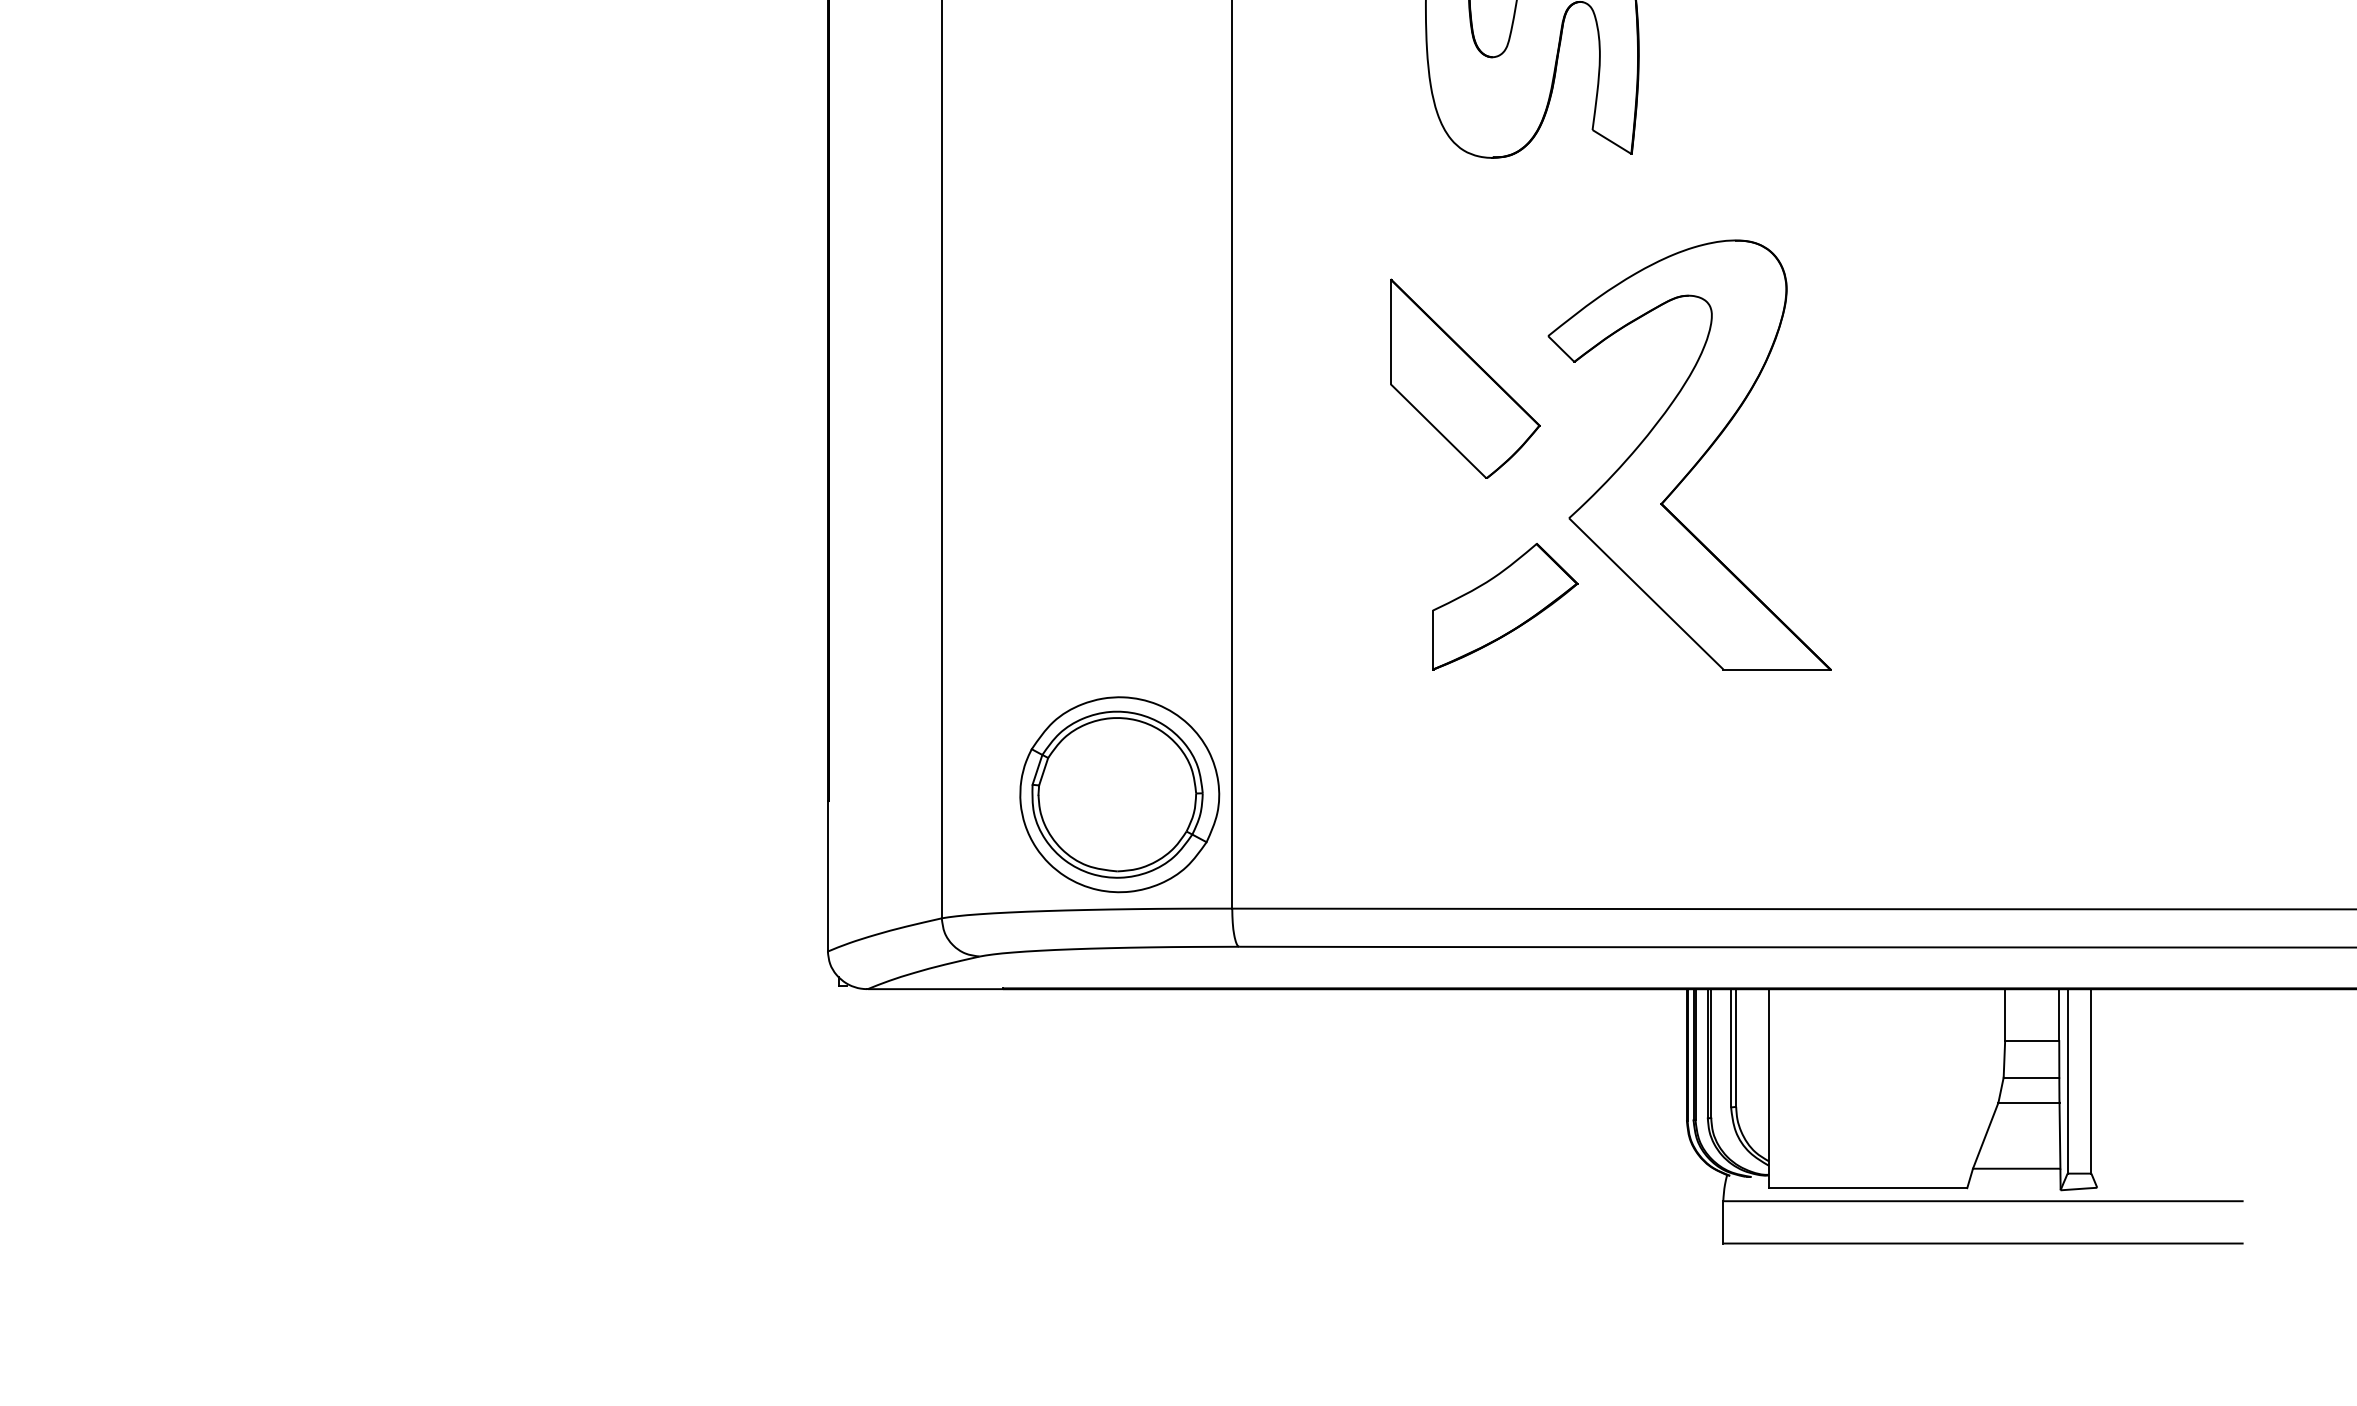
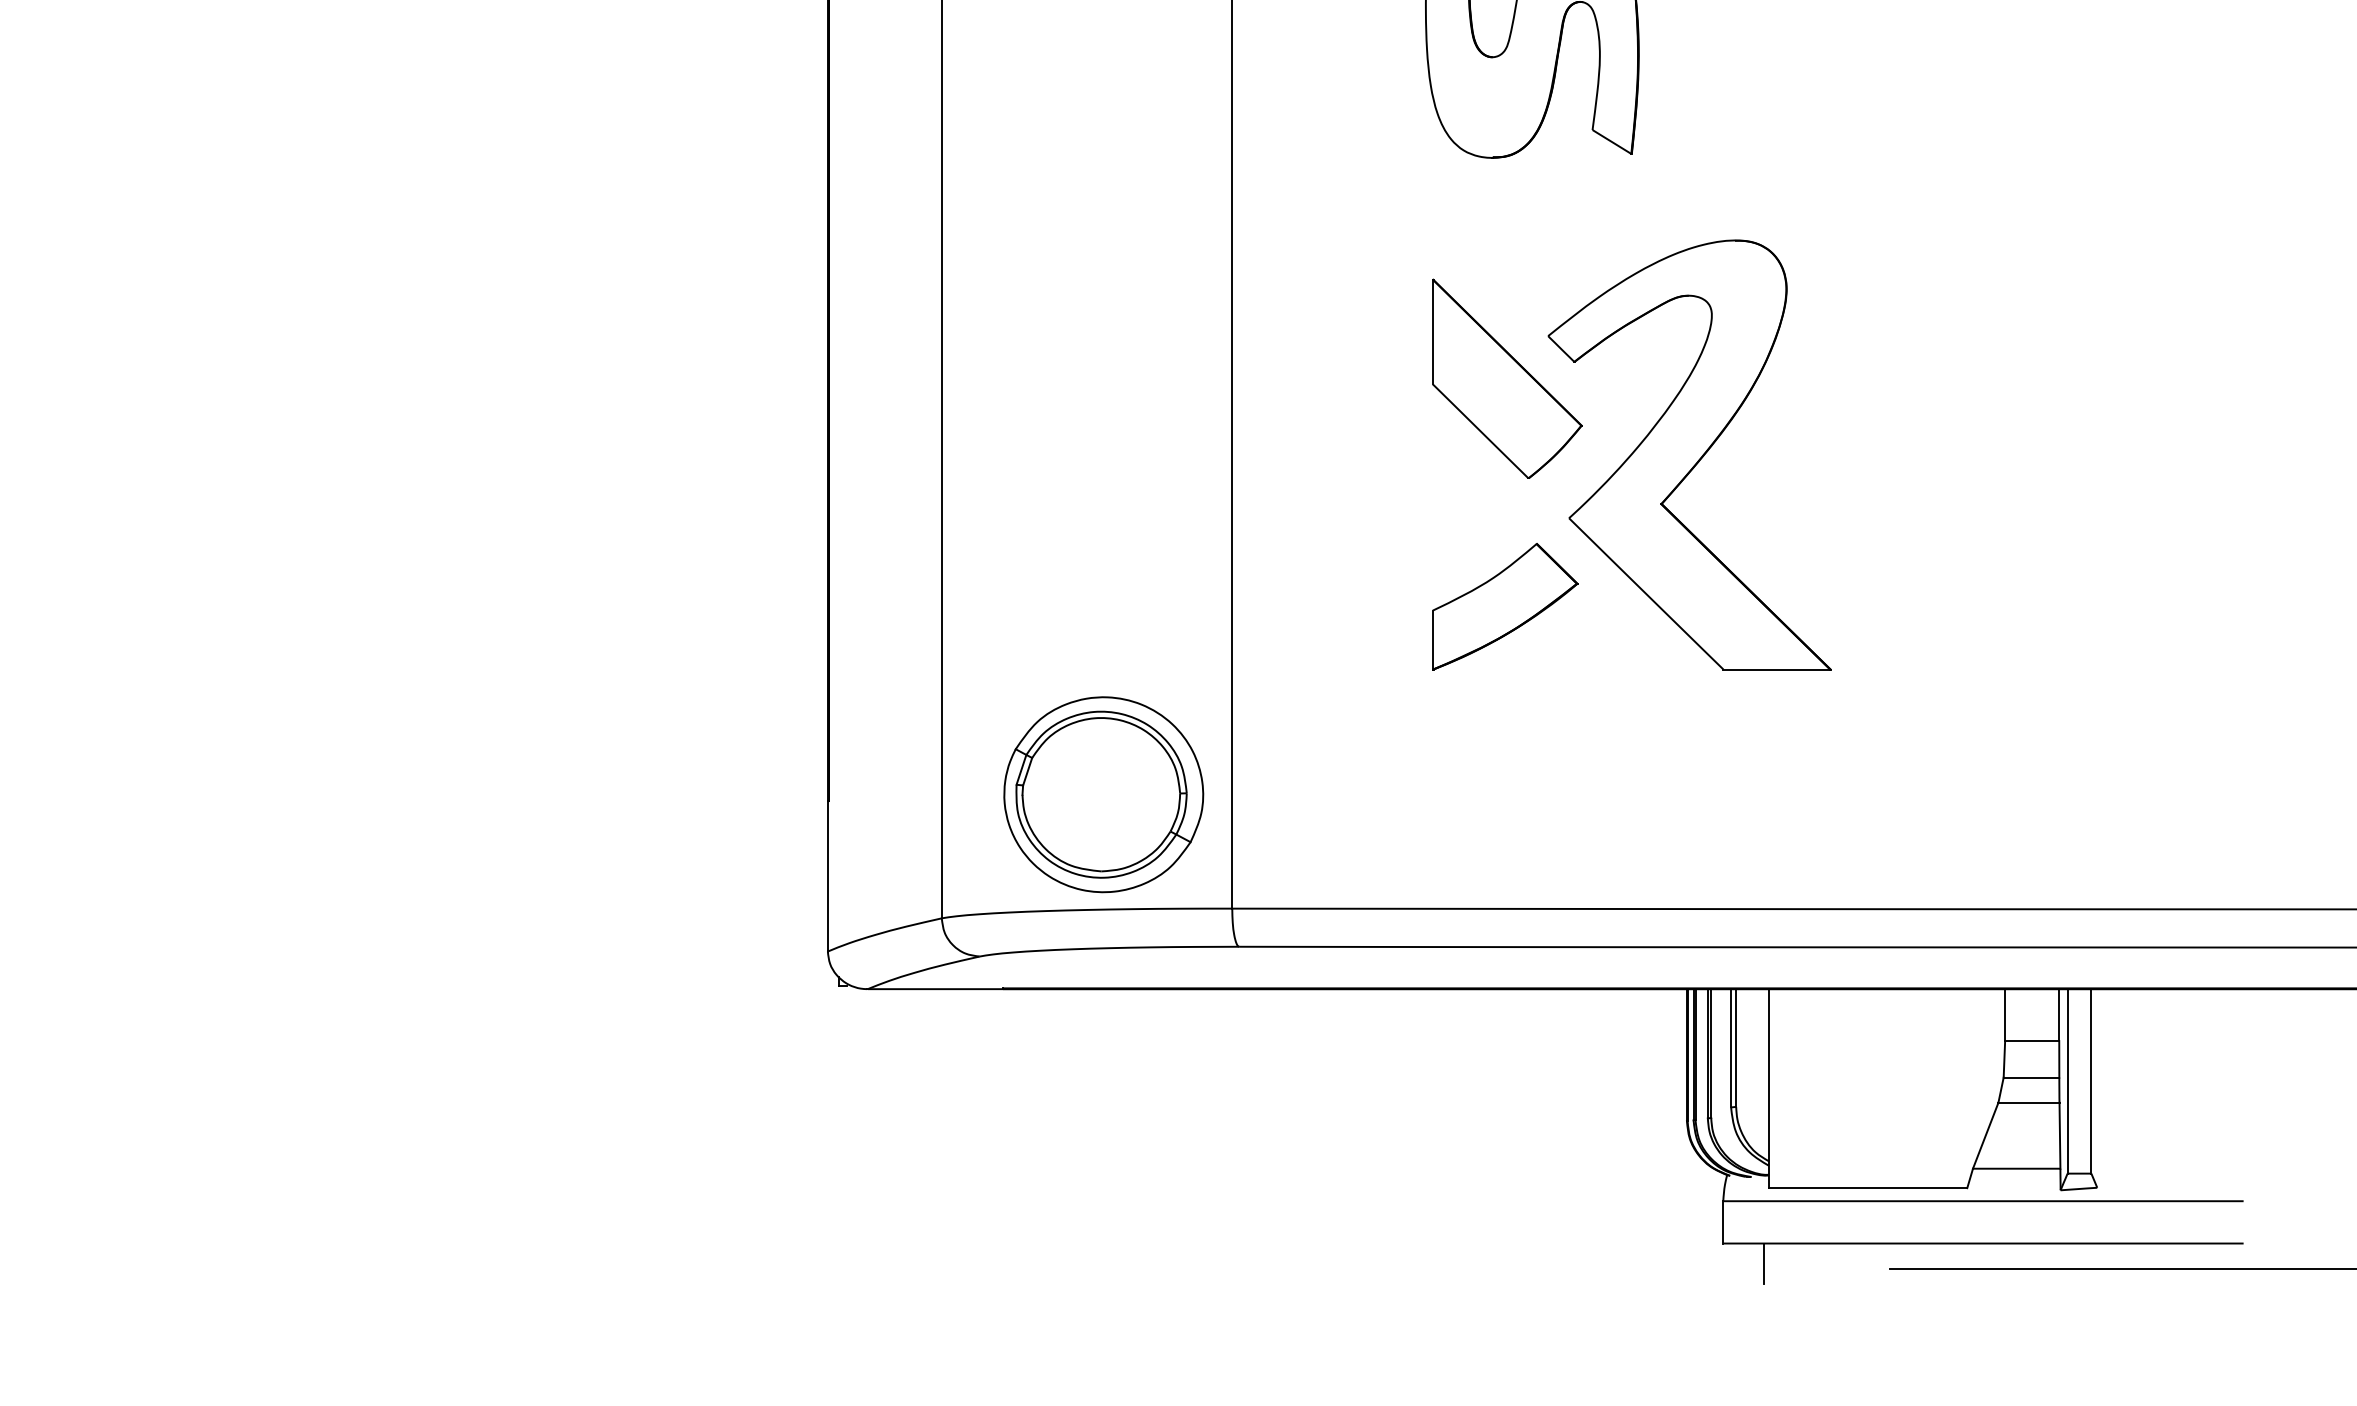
part at (1465, 378) position: (1465, 378) -> (1507, 378)
part at (1119, 794) position: (1119, 794) -> (1103, 794)
line at (1763, 1263): none -> present
line at (2121, 1268): none -> present
